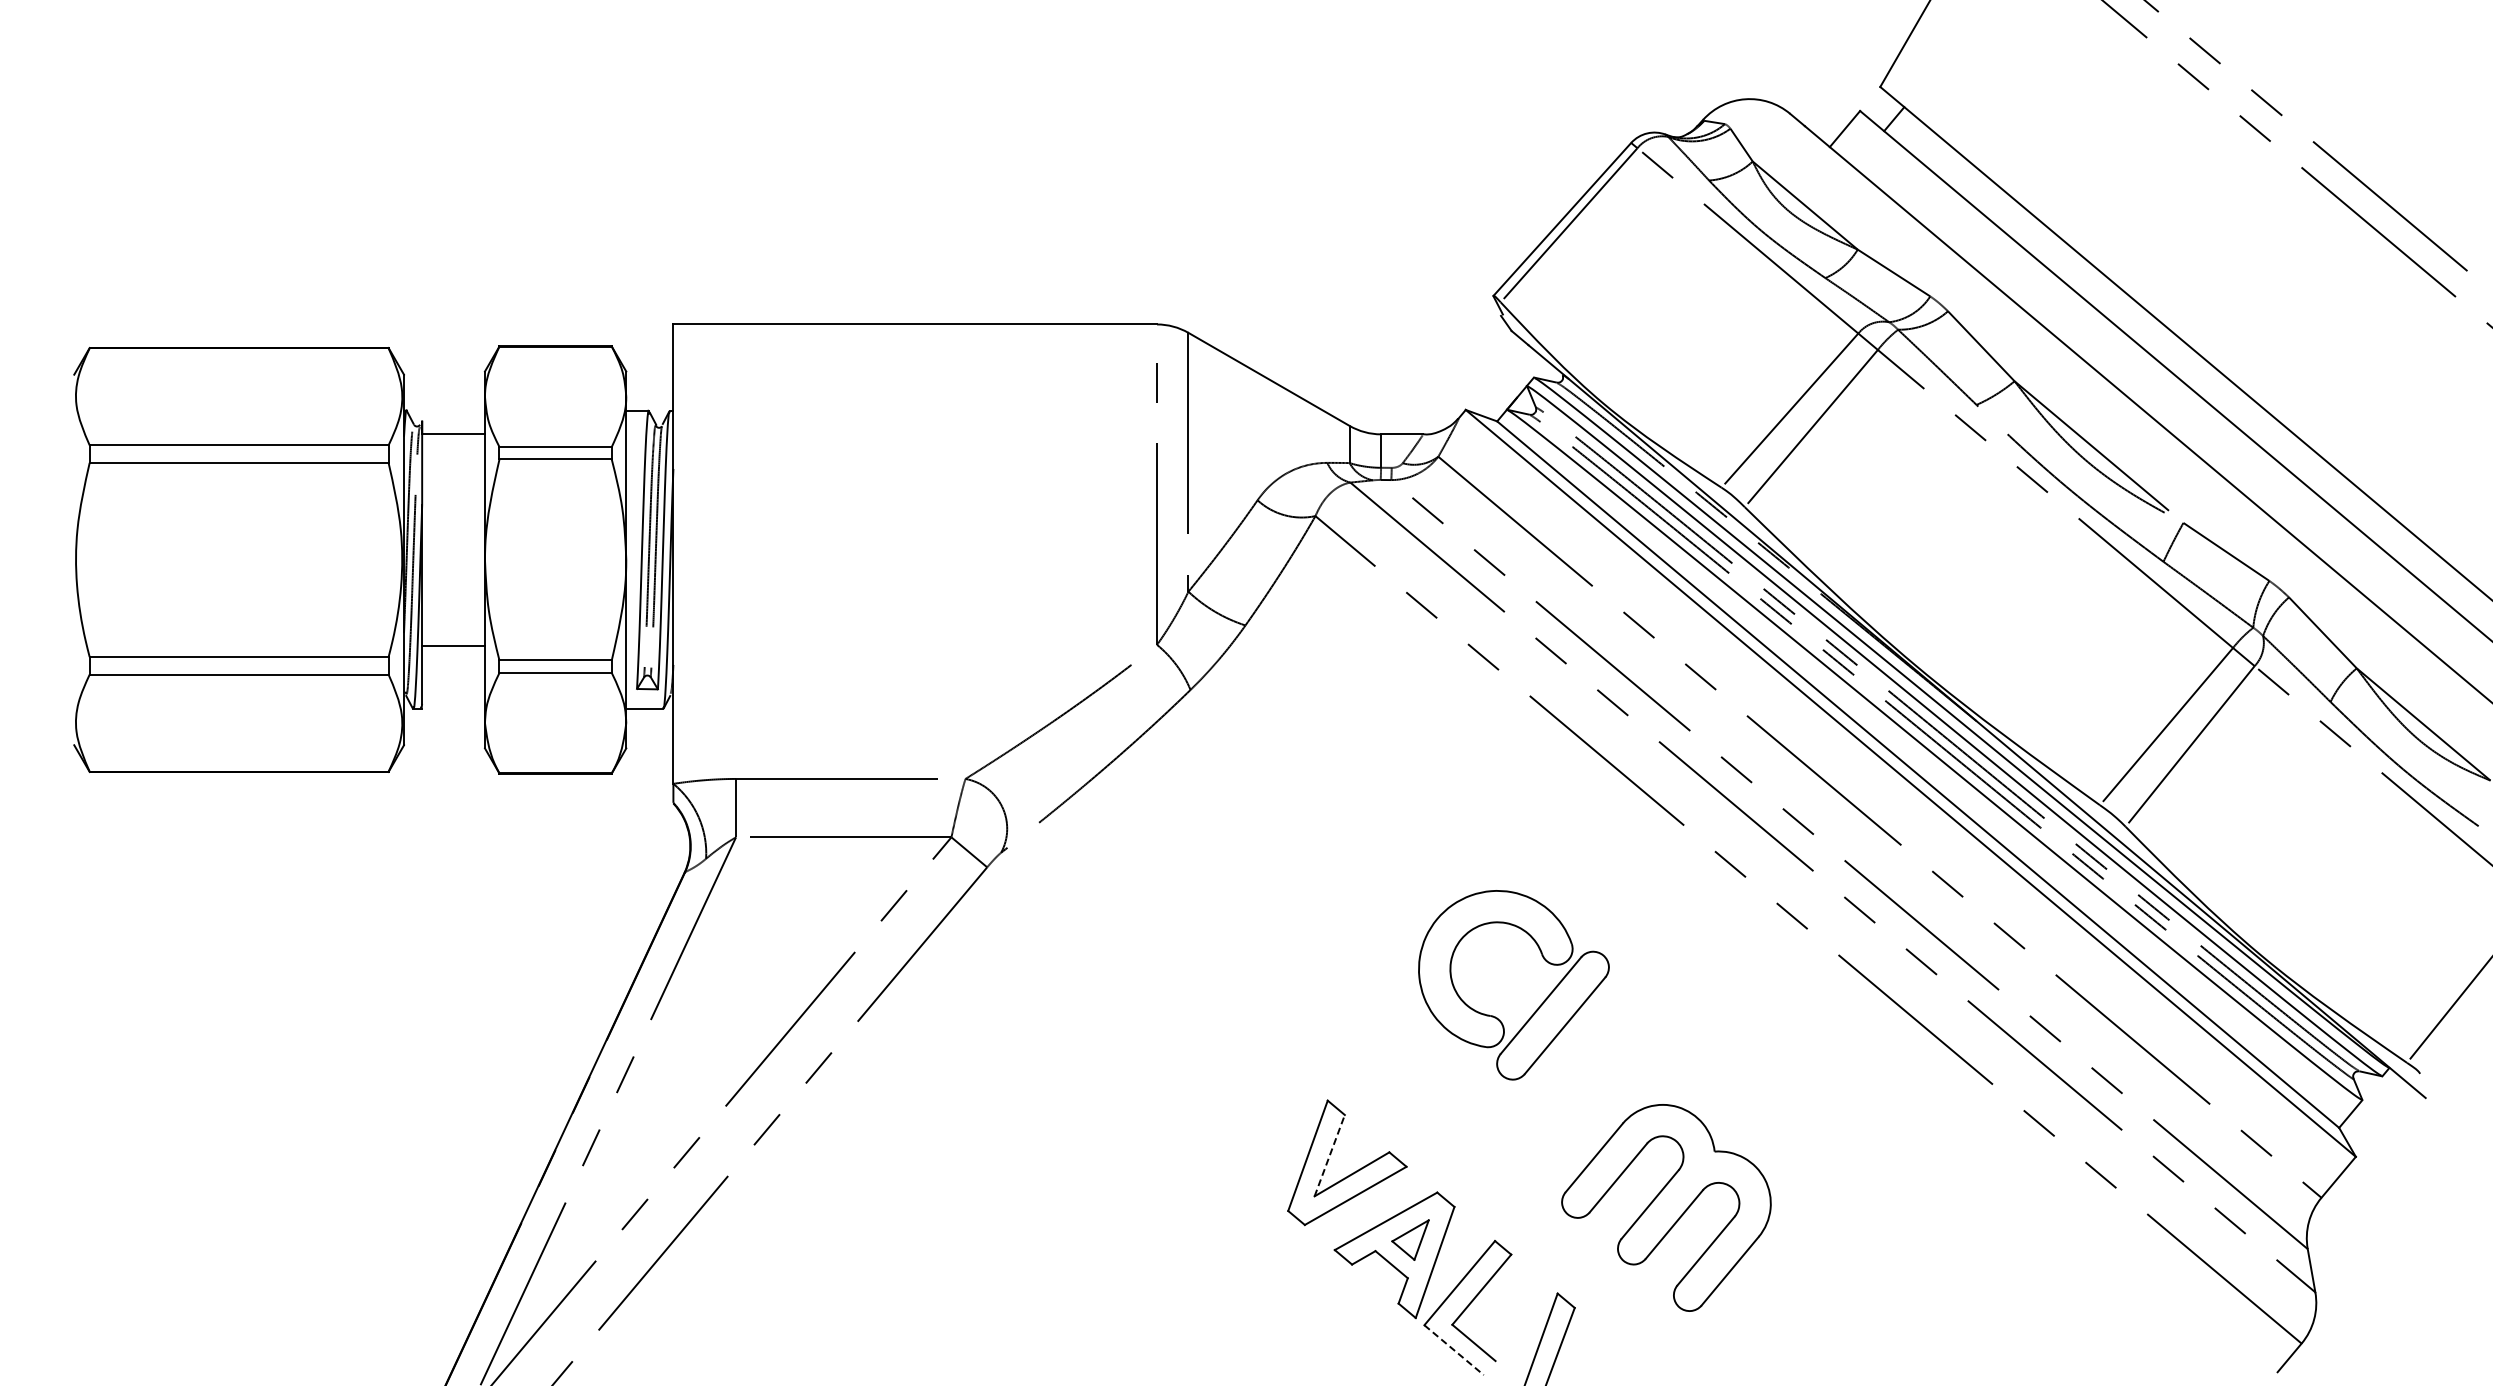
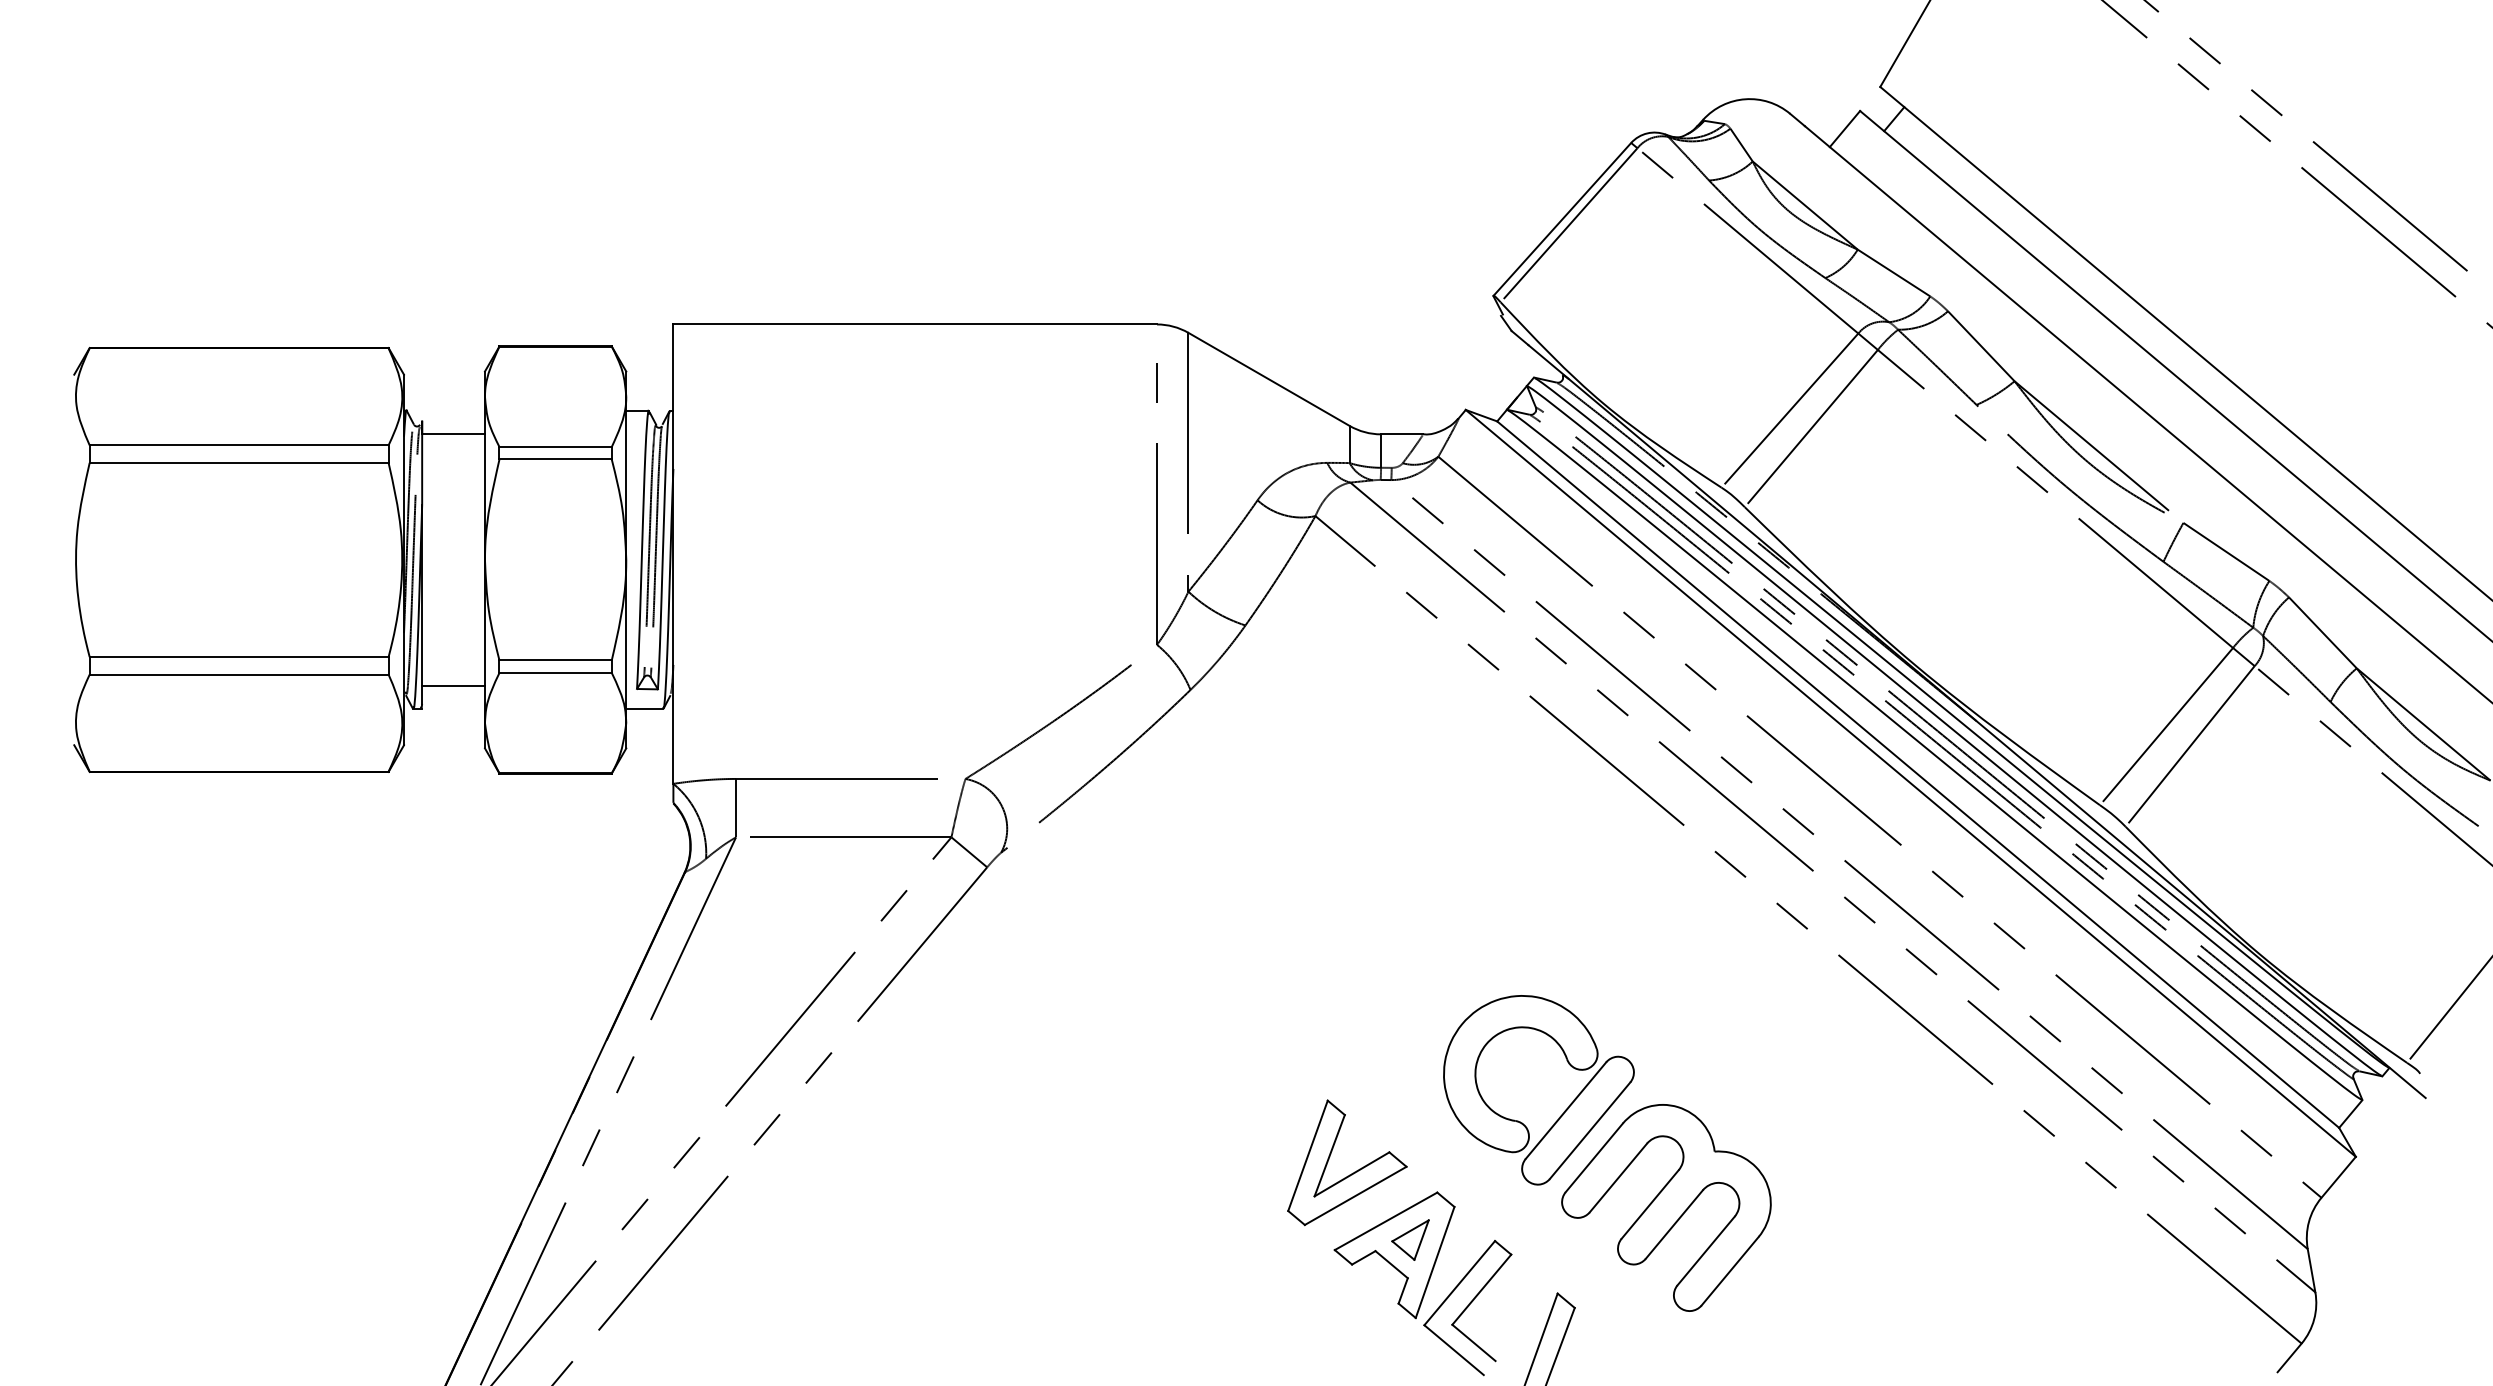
line at (453, 645) position: (453, 645) -> (453, 685)
part at (1539, 1005) position: (1539, 1005) -> (1564, 1110)
line at (1329, 1155): dashed -> solid
line at (1454, 1350): dashed -> solid
